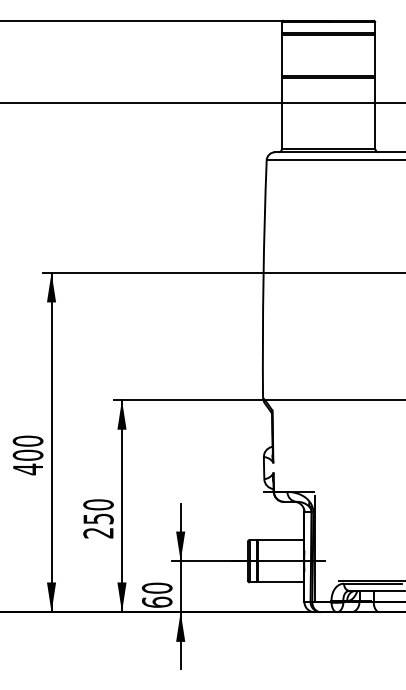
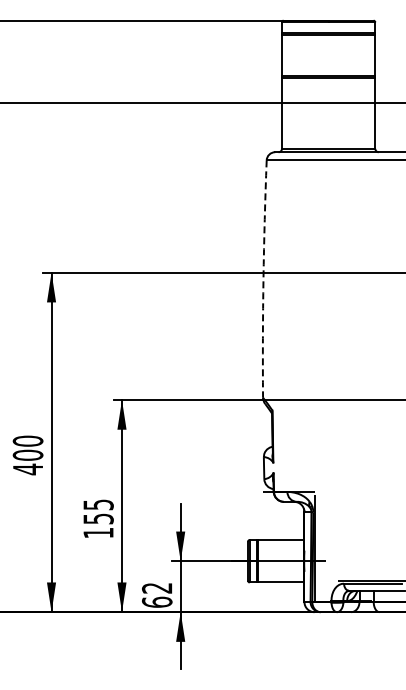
arc at (263, 279): solid -> dashed
text at (98, 518): 250 -> 155
text at (157, 587): 60 -> 62
